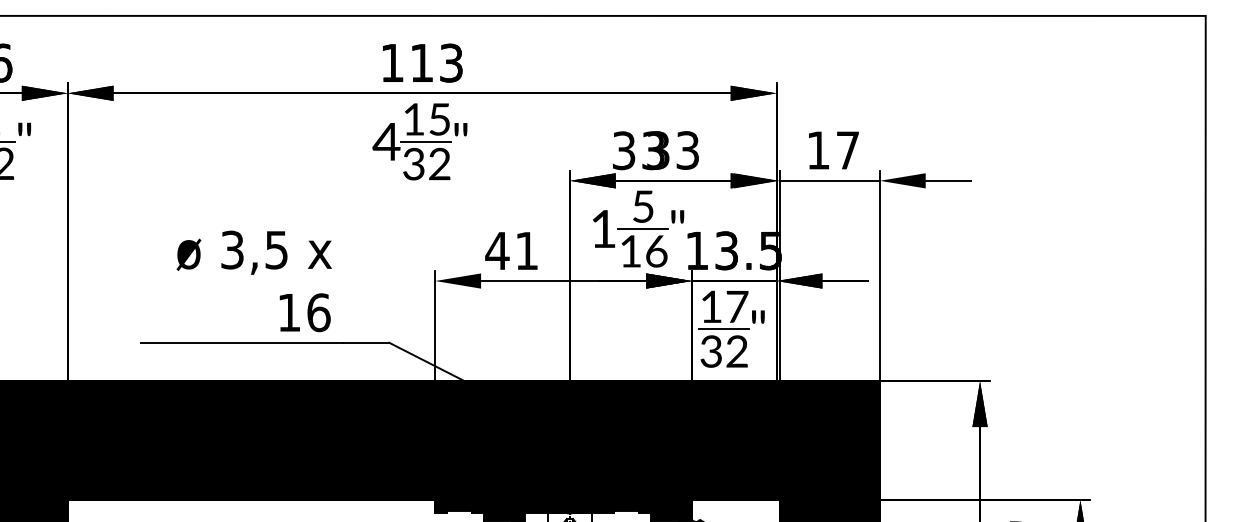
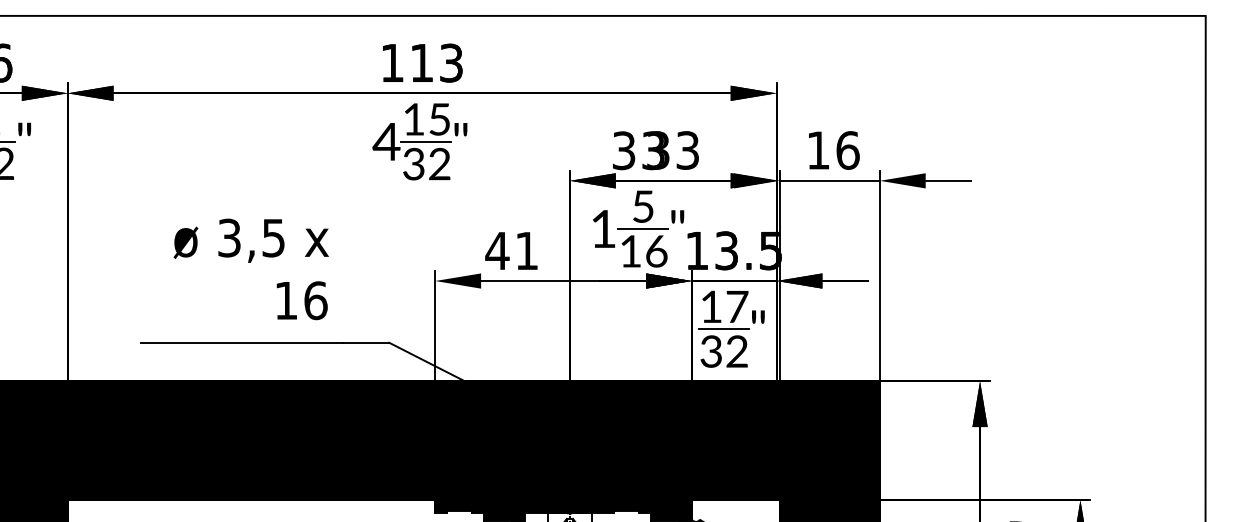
text at (847, 150): 17 -> 16
text at (253, 281) position: (253, 281) -> (250, 269)
